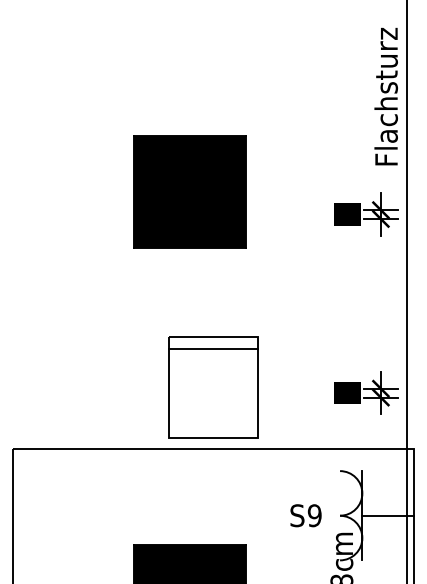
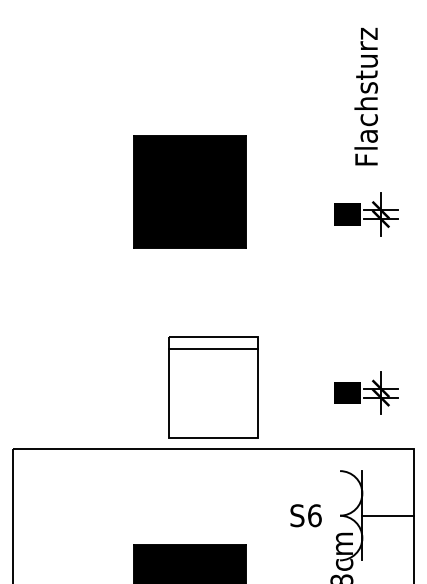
text at (385, 96) position: (385, 96) -> (365, 96)
line at (406, 291): present -> none
text at (314, 515): S9 -> S6
